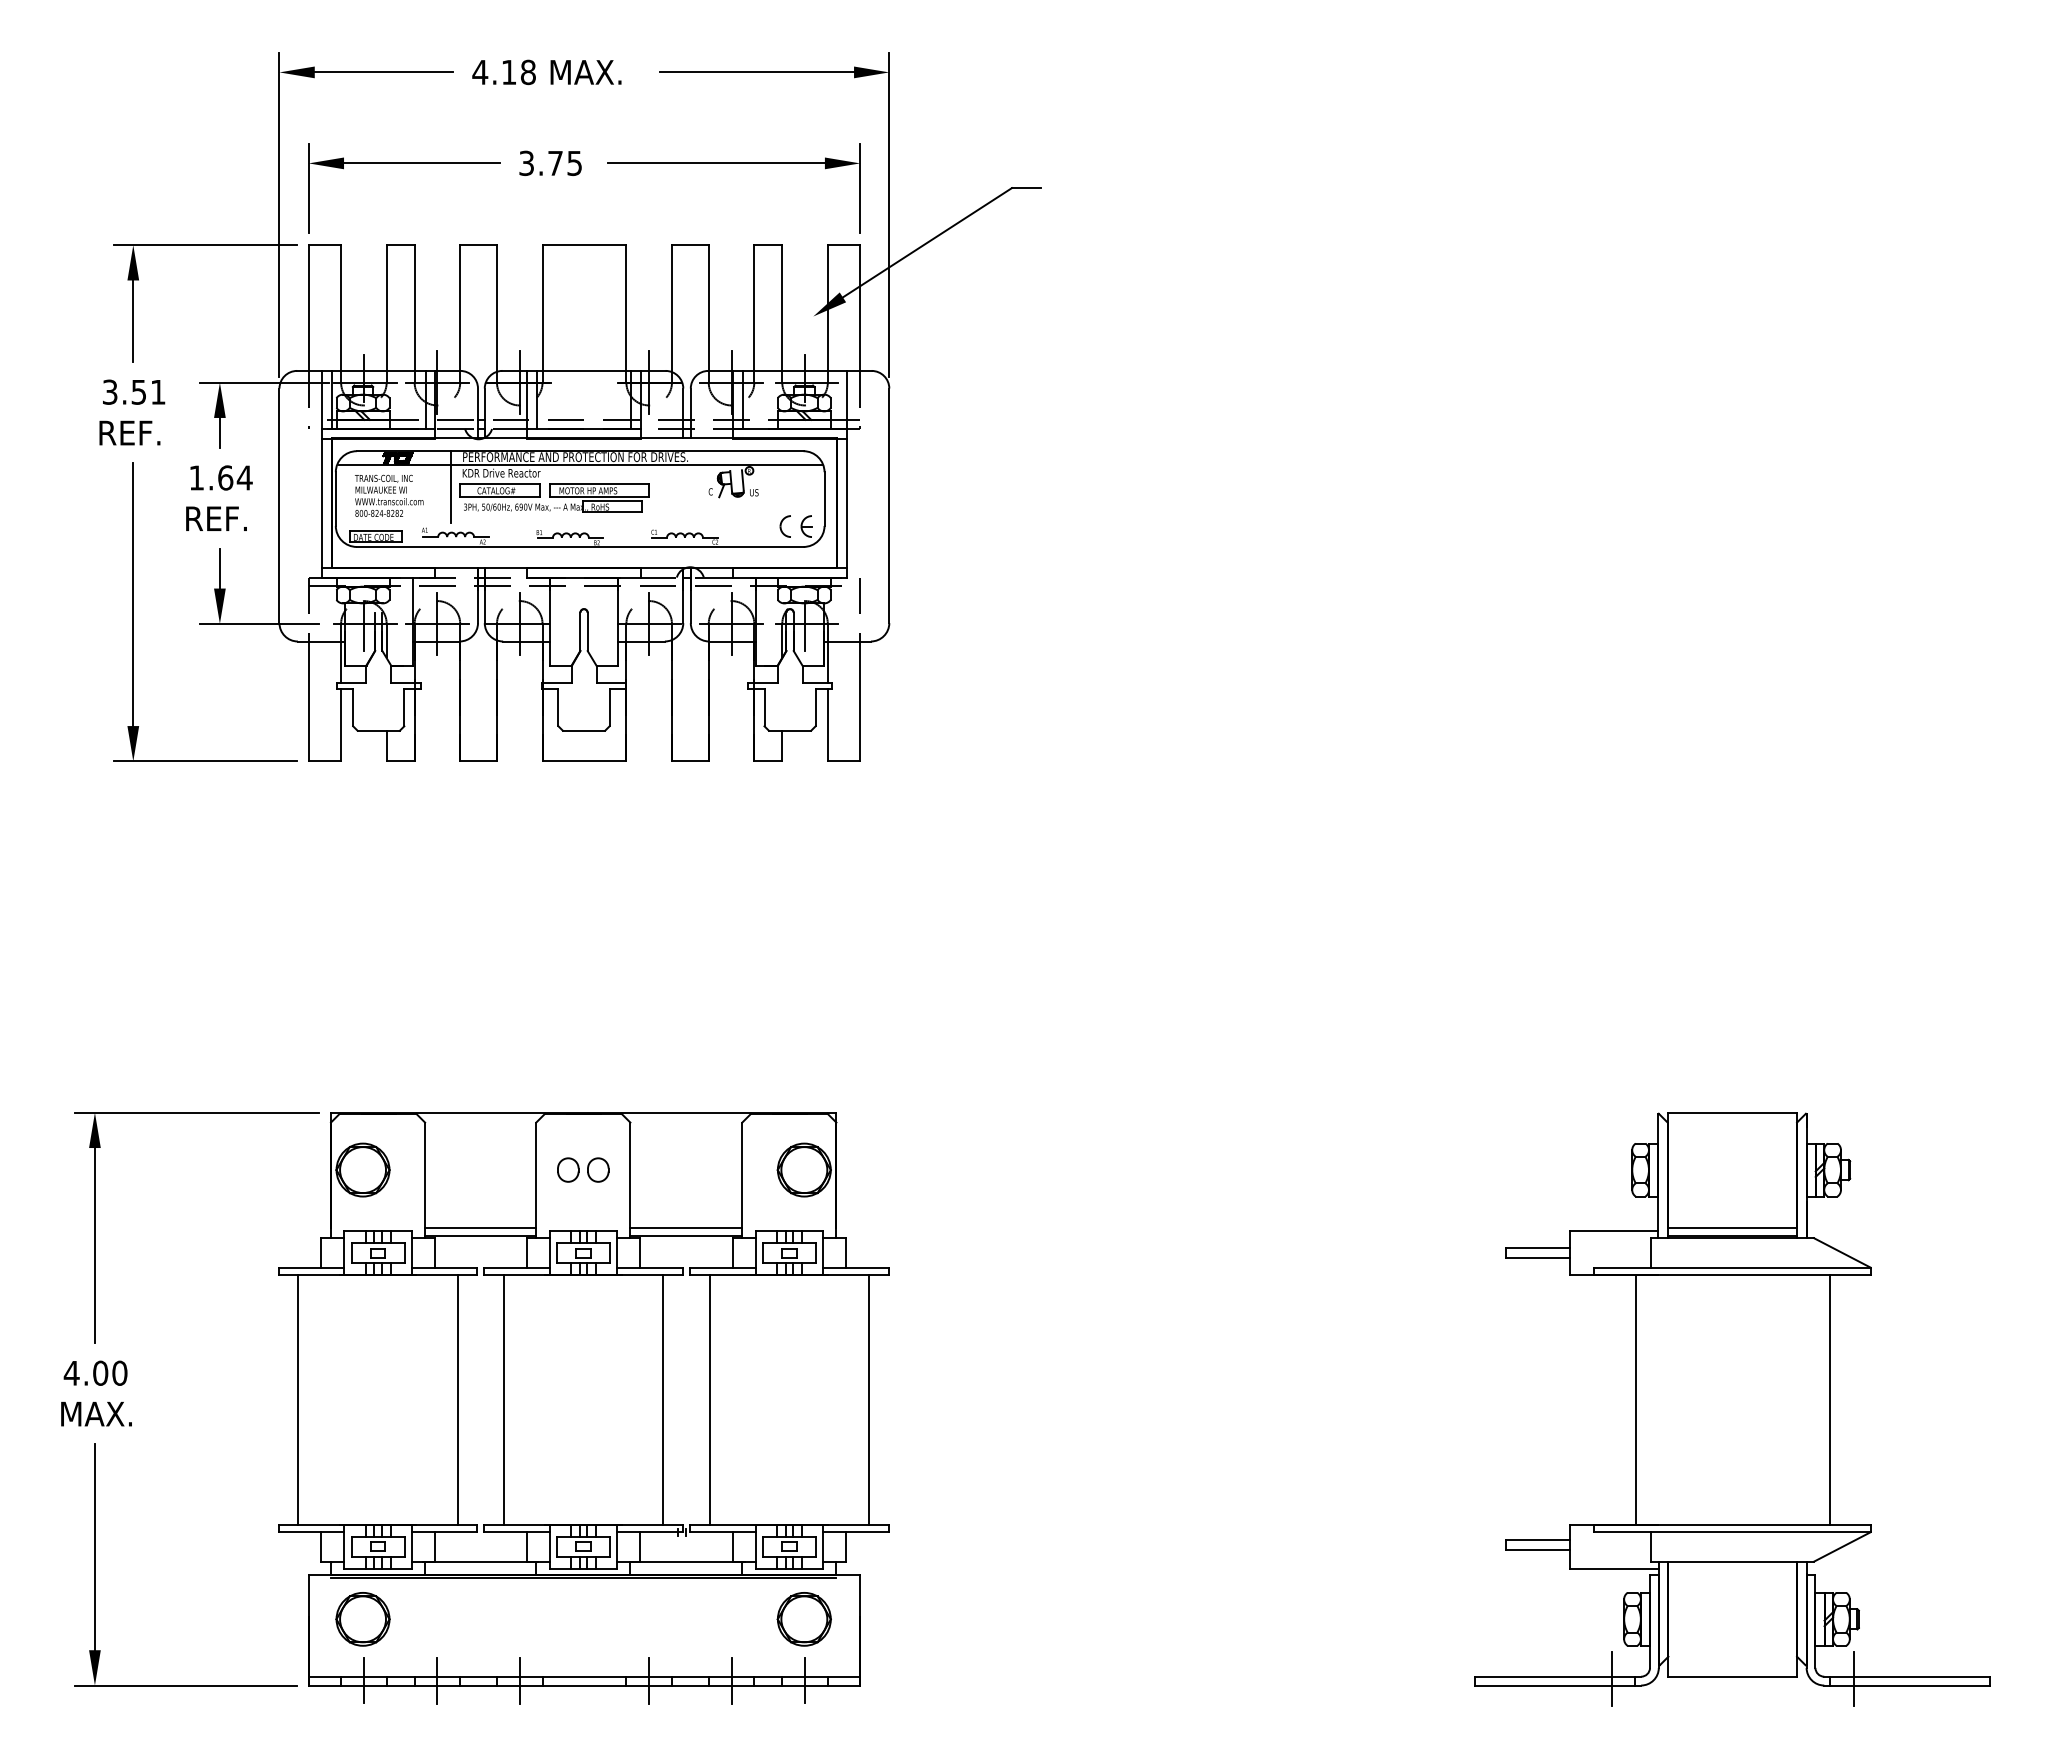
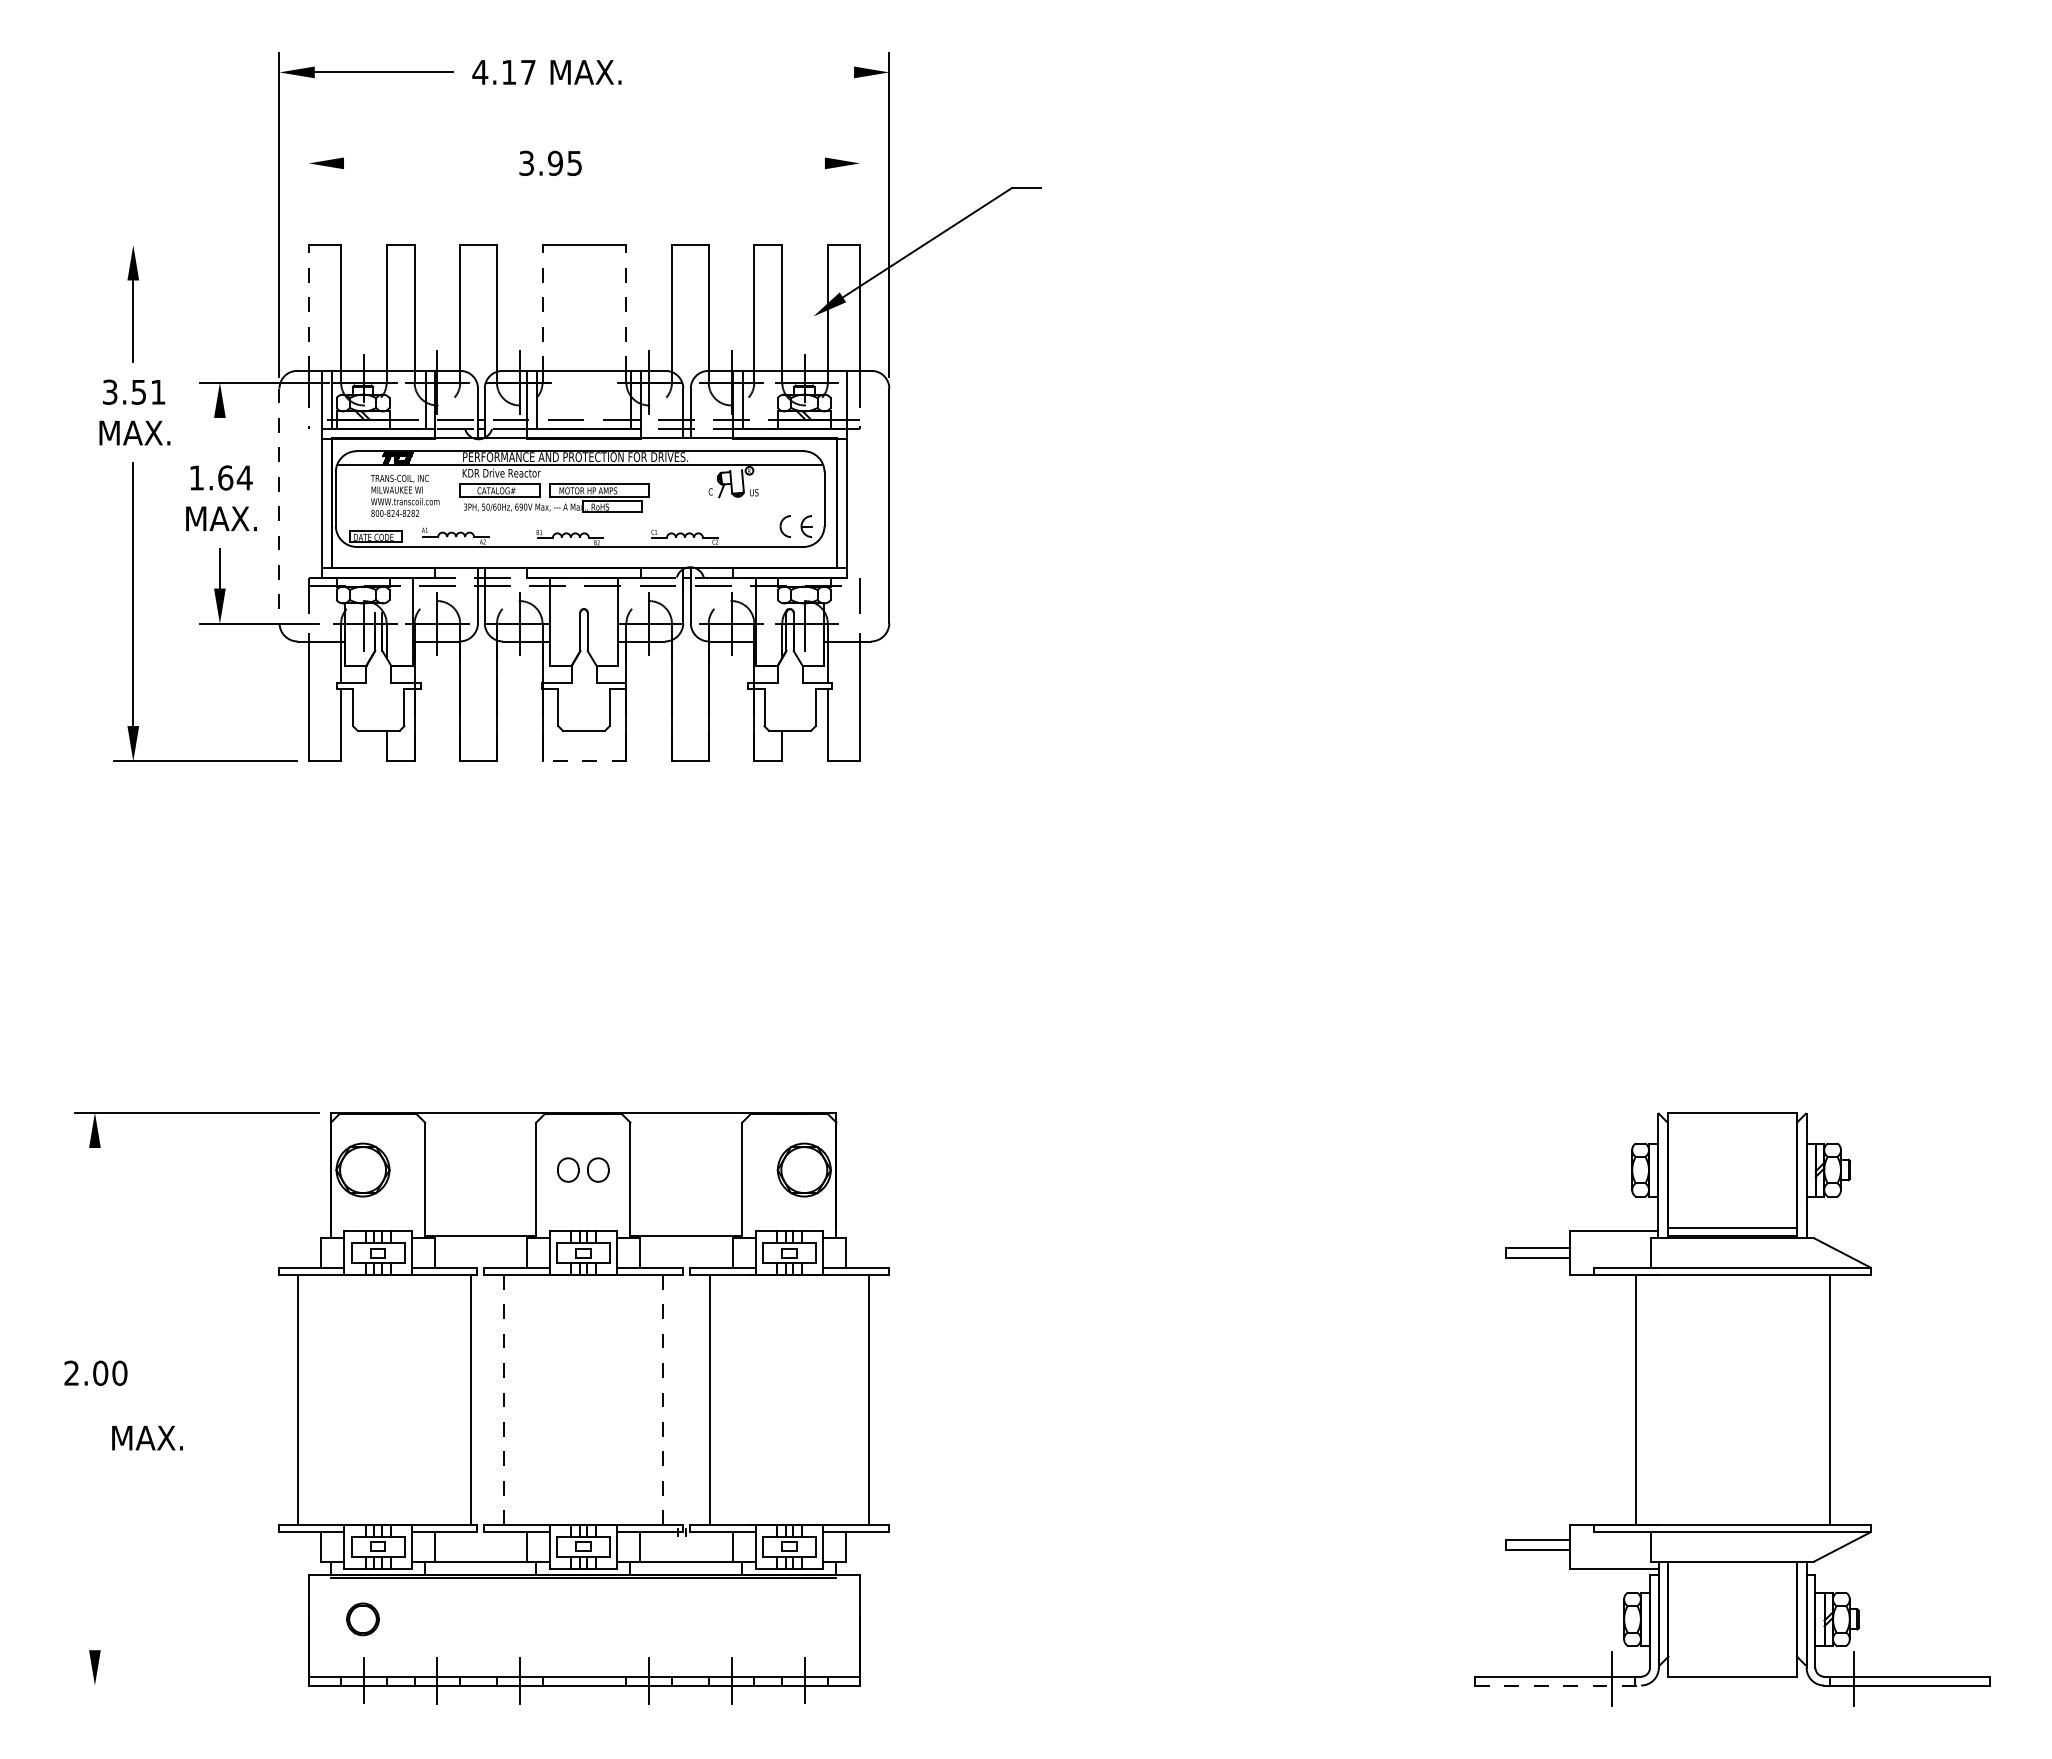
text at (528, 72): 4.18 -> 4.17
line at (756, 72): present -> none
text at (555, 162): 3.75 -> 3.95
line at (421, 163): present -> none
line at (716, 163): present -> none
line at (308, 188): present -> none
line at (860, 188): present -> none
line at (204, 245): present -> none
line at (308, 308): solid -> dashed
line at (542, 308): solid -> dashed
line at (626, 308): solid -> dashed
text at (136, 432): REF. -> MAX.
line at (219, 432): present -> none
line at (450, 486): present -> none
text at (389, 495) position: (389, 495) -> (405, 495)
line at (279, 506): solid -> dashed
text at (222, 518): REF. -> MAX.
line at (584, 761): solid -> dashed
line at (480, 1227): present -> none
line at (686, 1227): present -> none
line at (94, 1245): present -> none
text at (71, 1372): 4.00 -> 2.00
line at (457, 1399) position: (457, 1399) -> (470, 1399)
line at (503, 1399): solid -> dashed
line at (662, 1399): solid -> dashed
text at (96, 1414) position: (96, 1414) -> (147, 1438)
line at (94, 1547): present -> none
part at (362, 1619) size: 56x55 px -> 35x35 px
part at (803, 1619): present -> none
line at (185, 1685): present -> none
line at (1558, 1685): solid -> dashed
